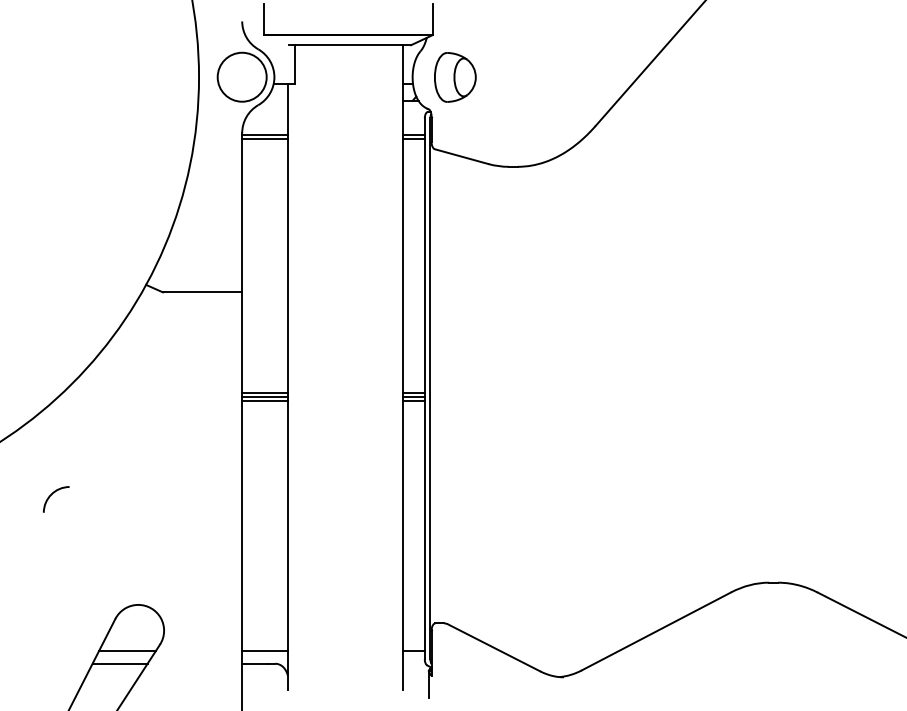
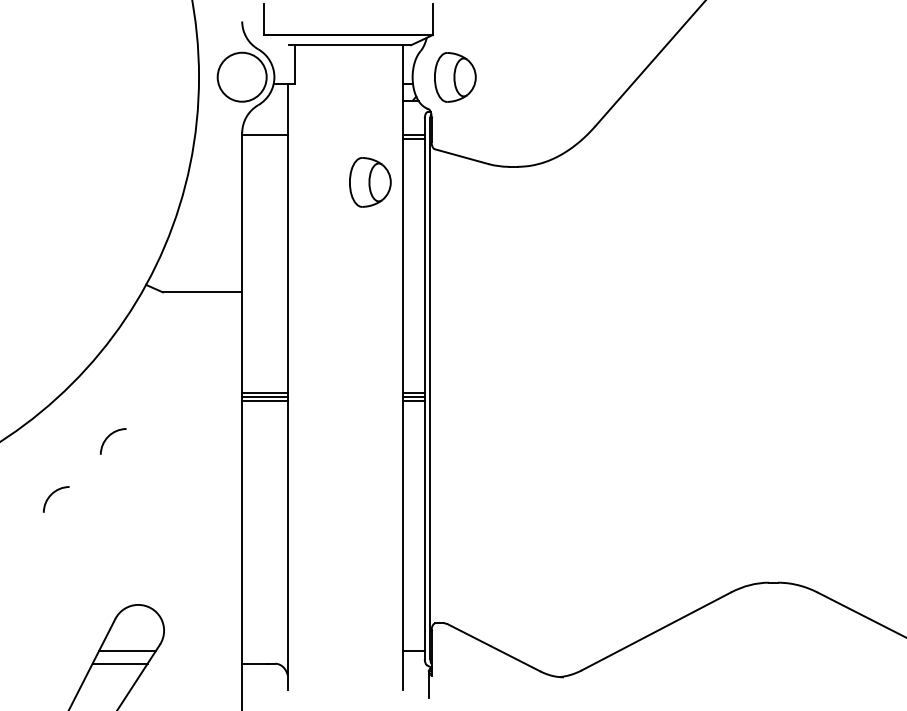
line at (264, 139): present -> none
part at (370, 182): none -> present
curve at (111, 435): none -> present
line at (264, 650): present -> none
